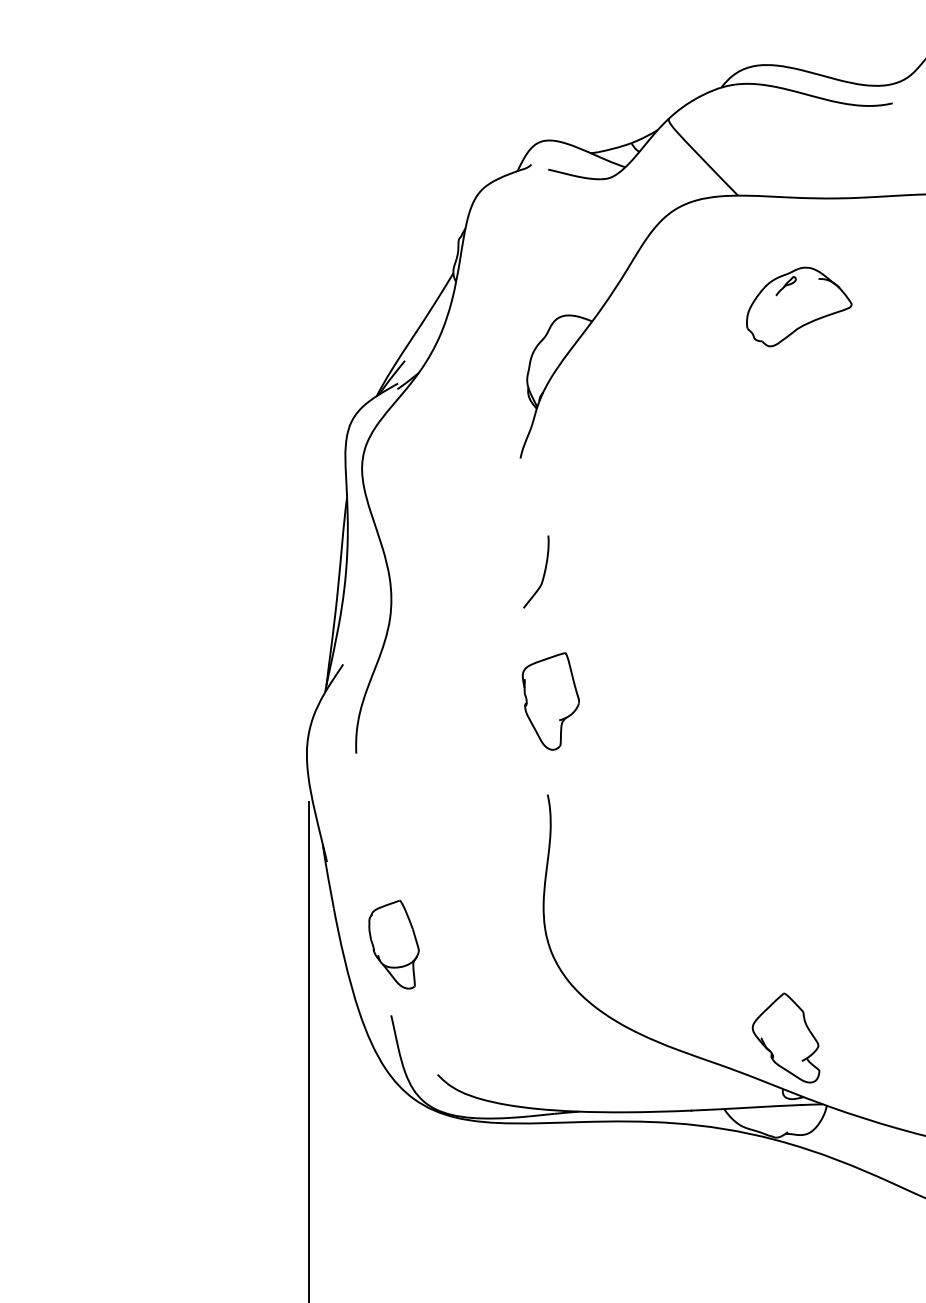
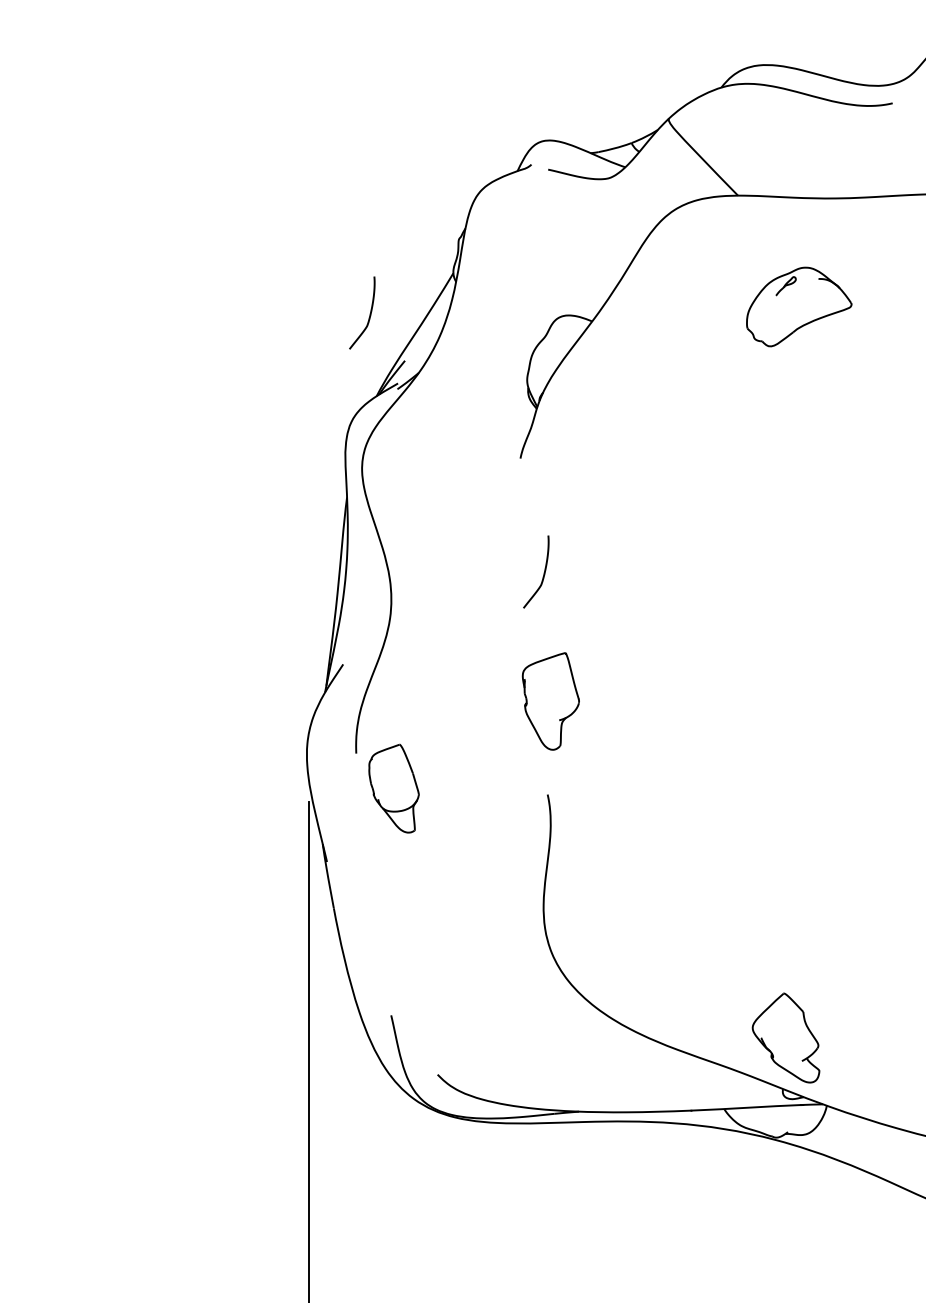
curve at (369, 313): none -> present
part at (393, 944) position: (393, 944) -> (393, 788)
